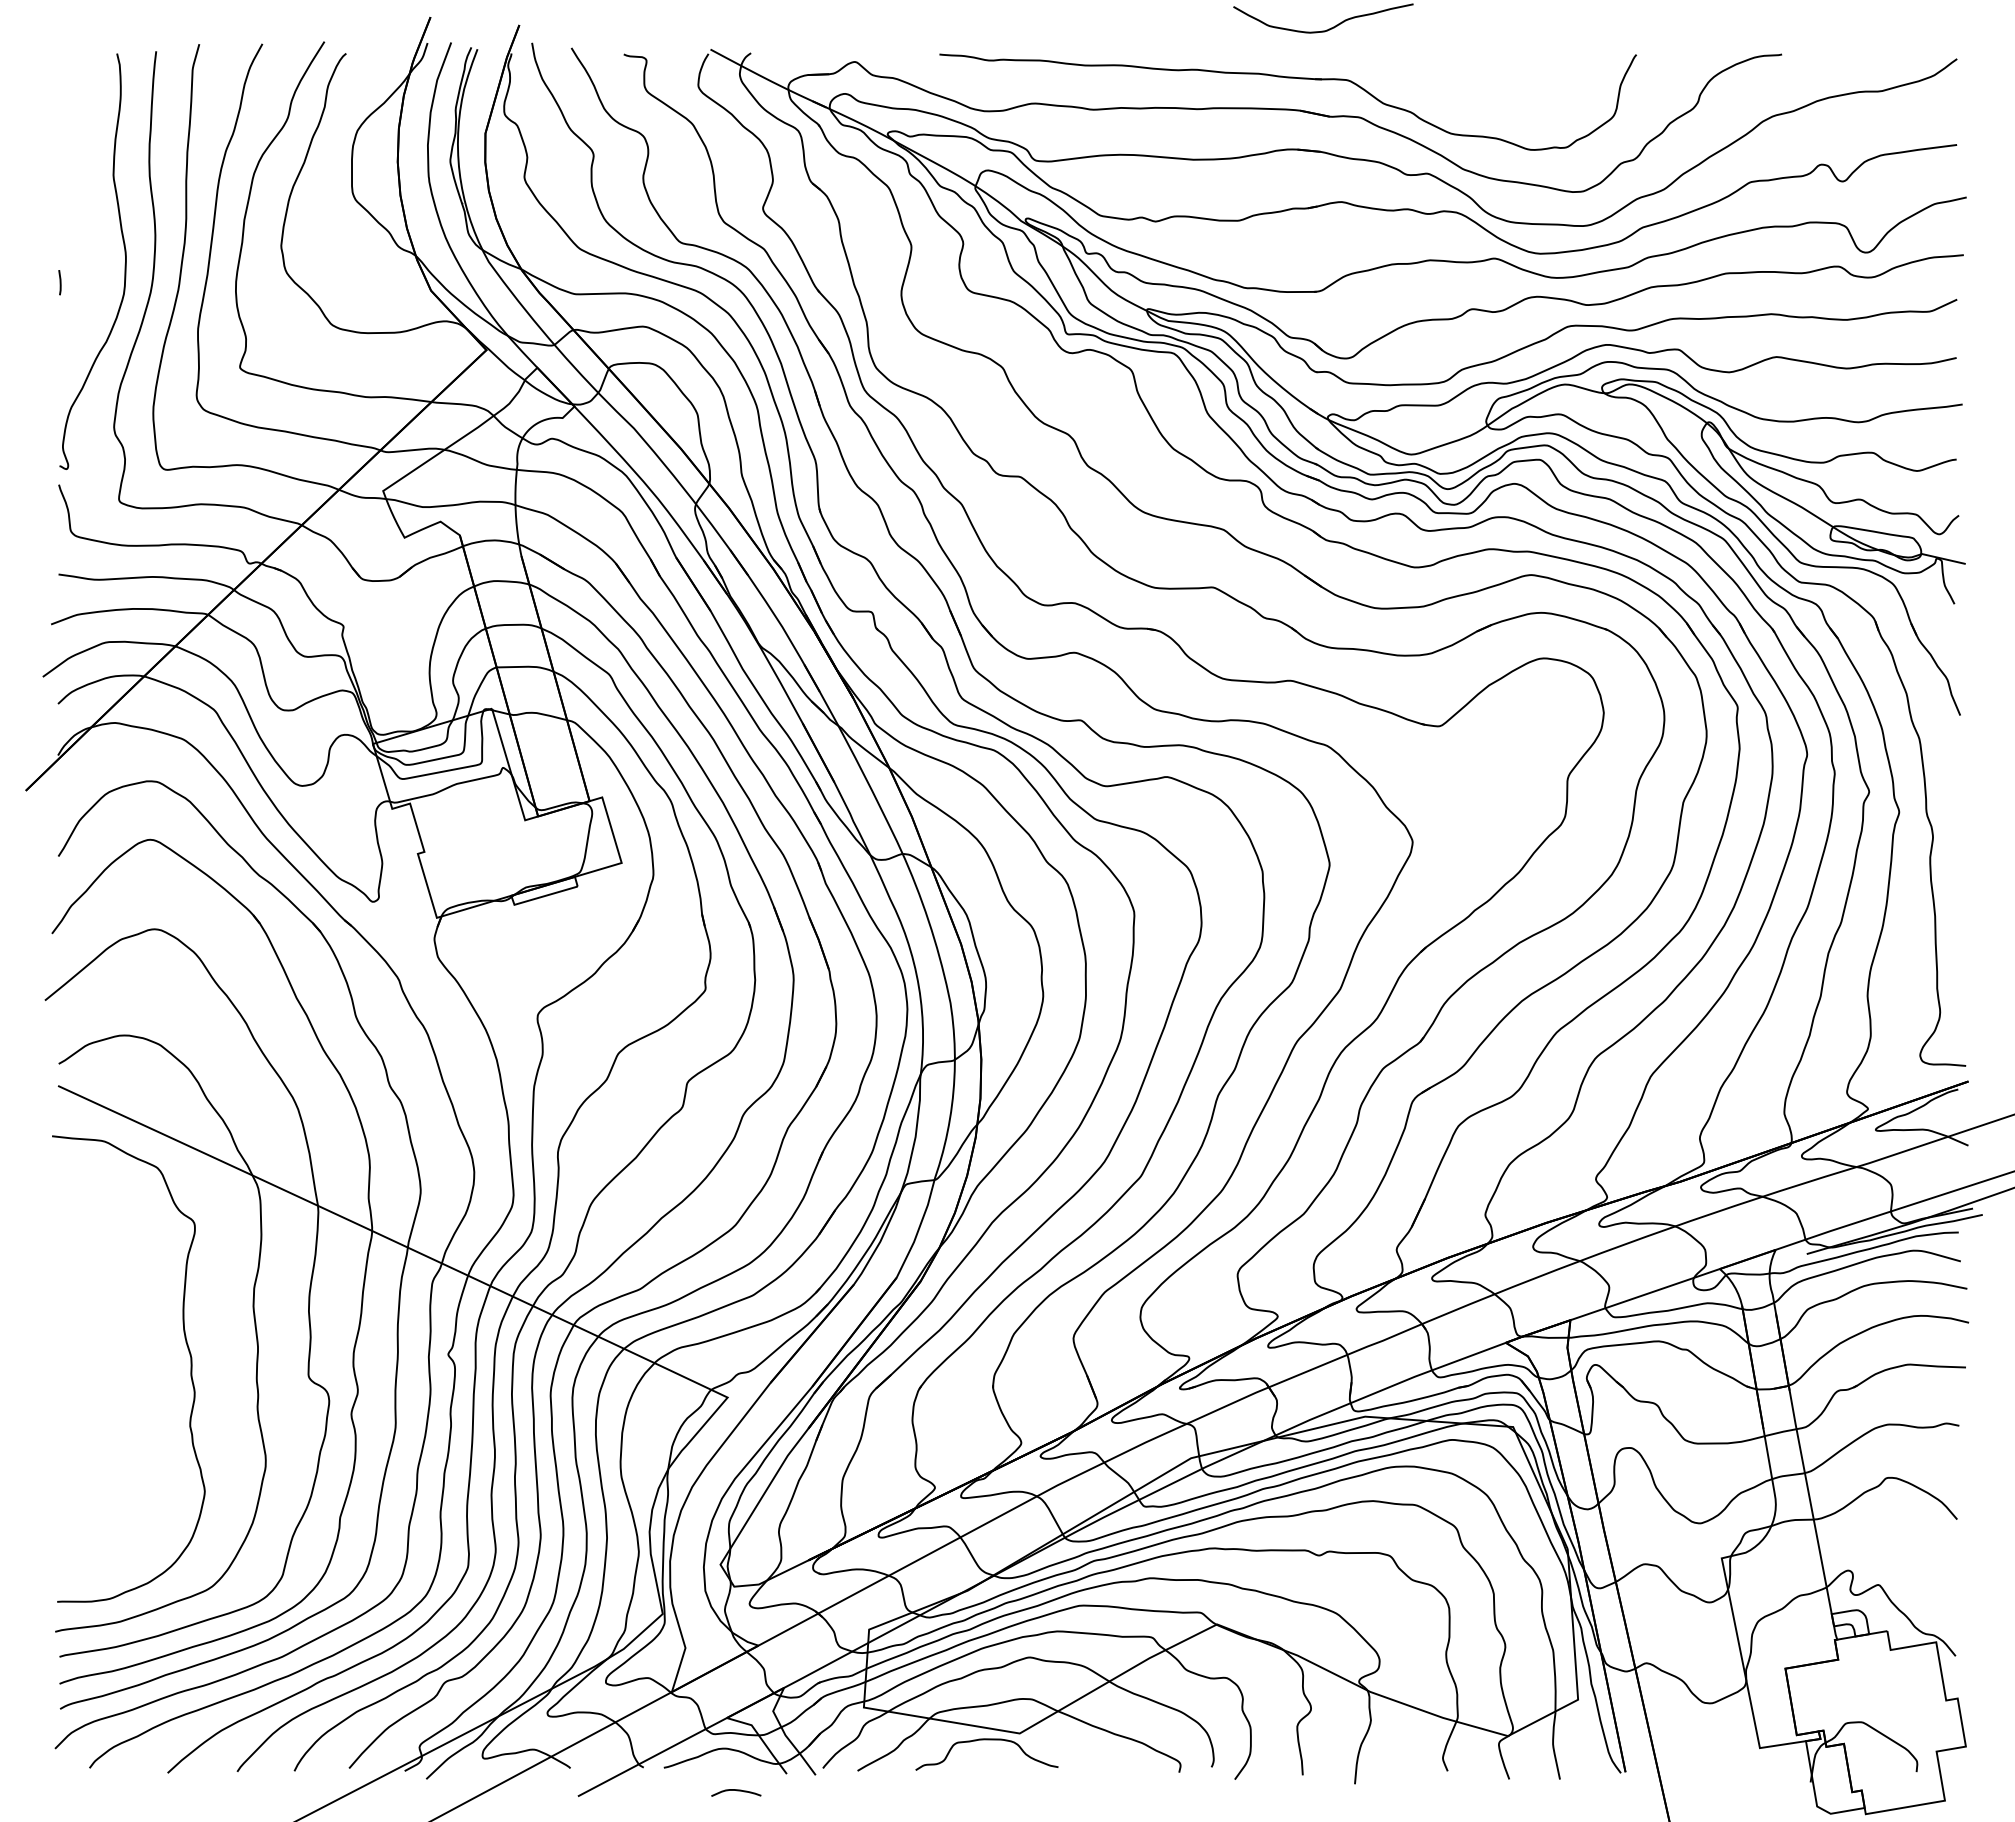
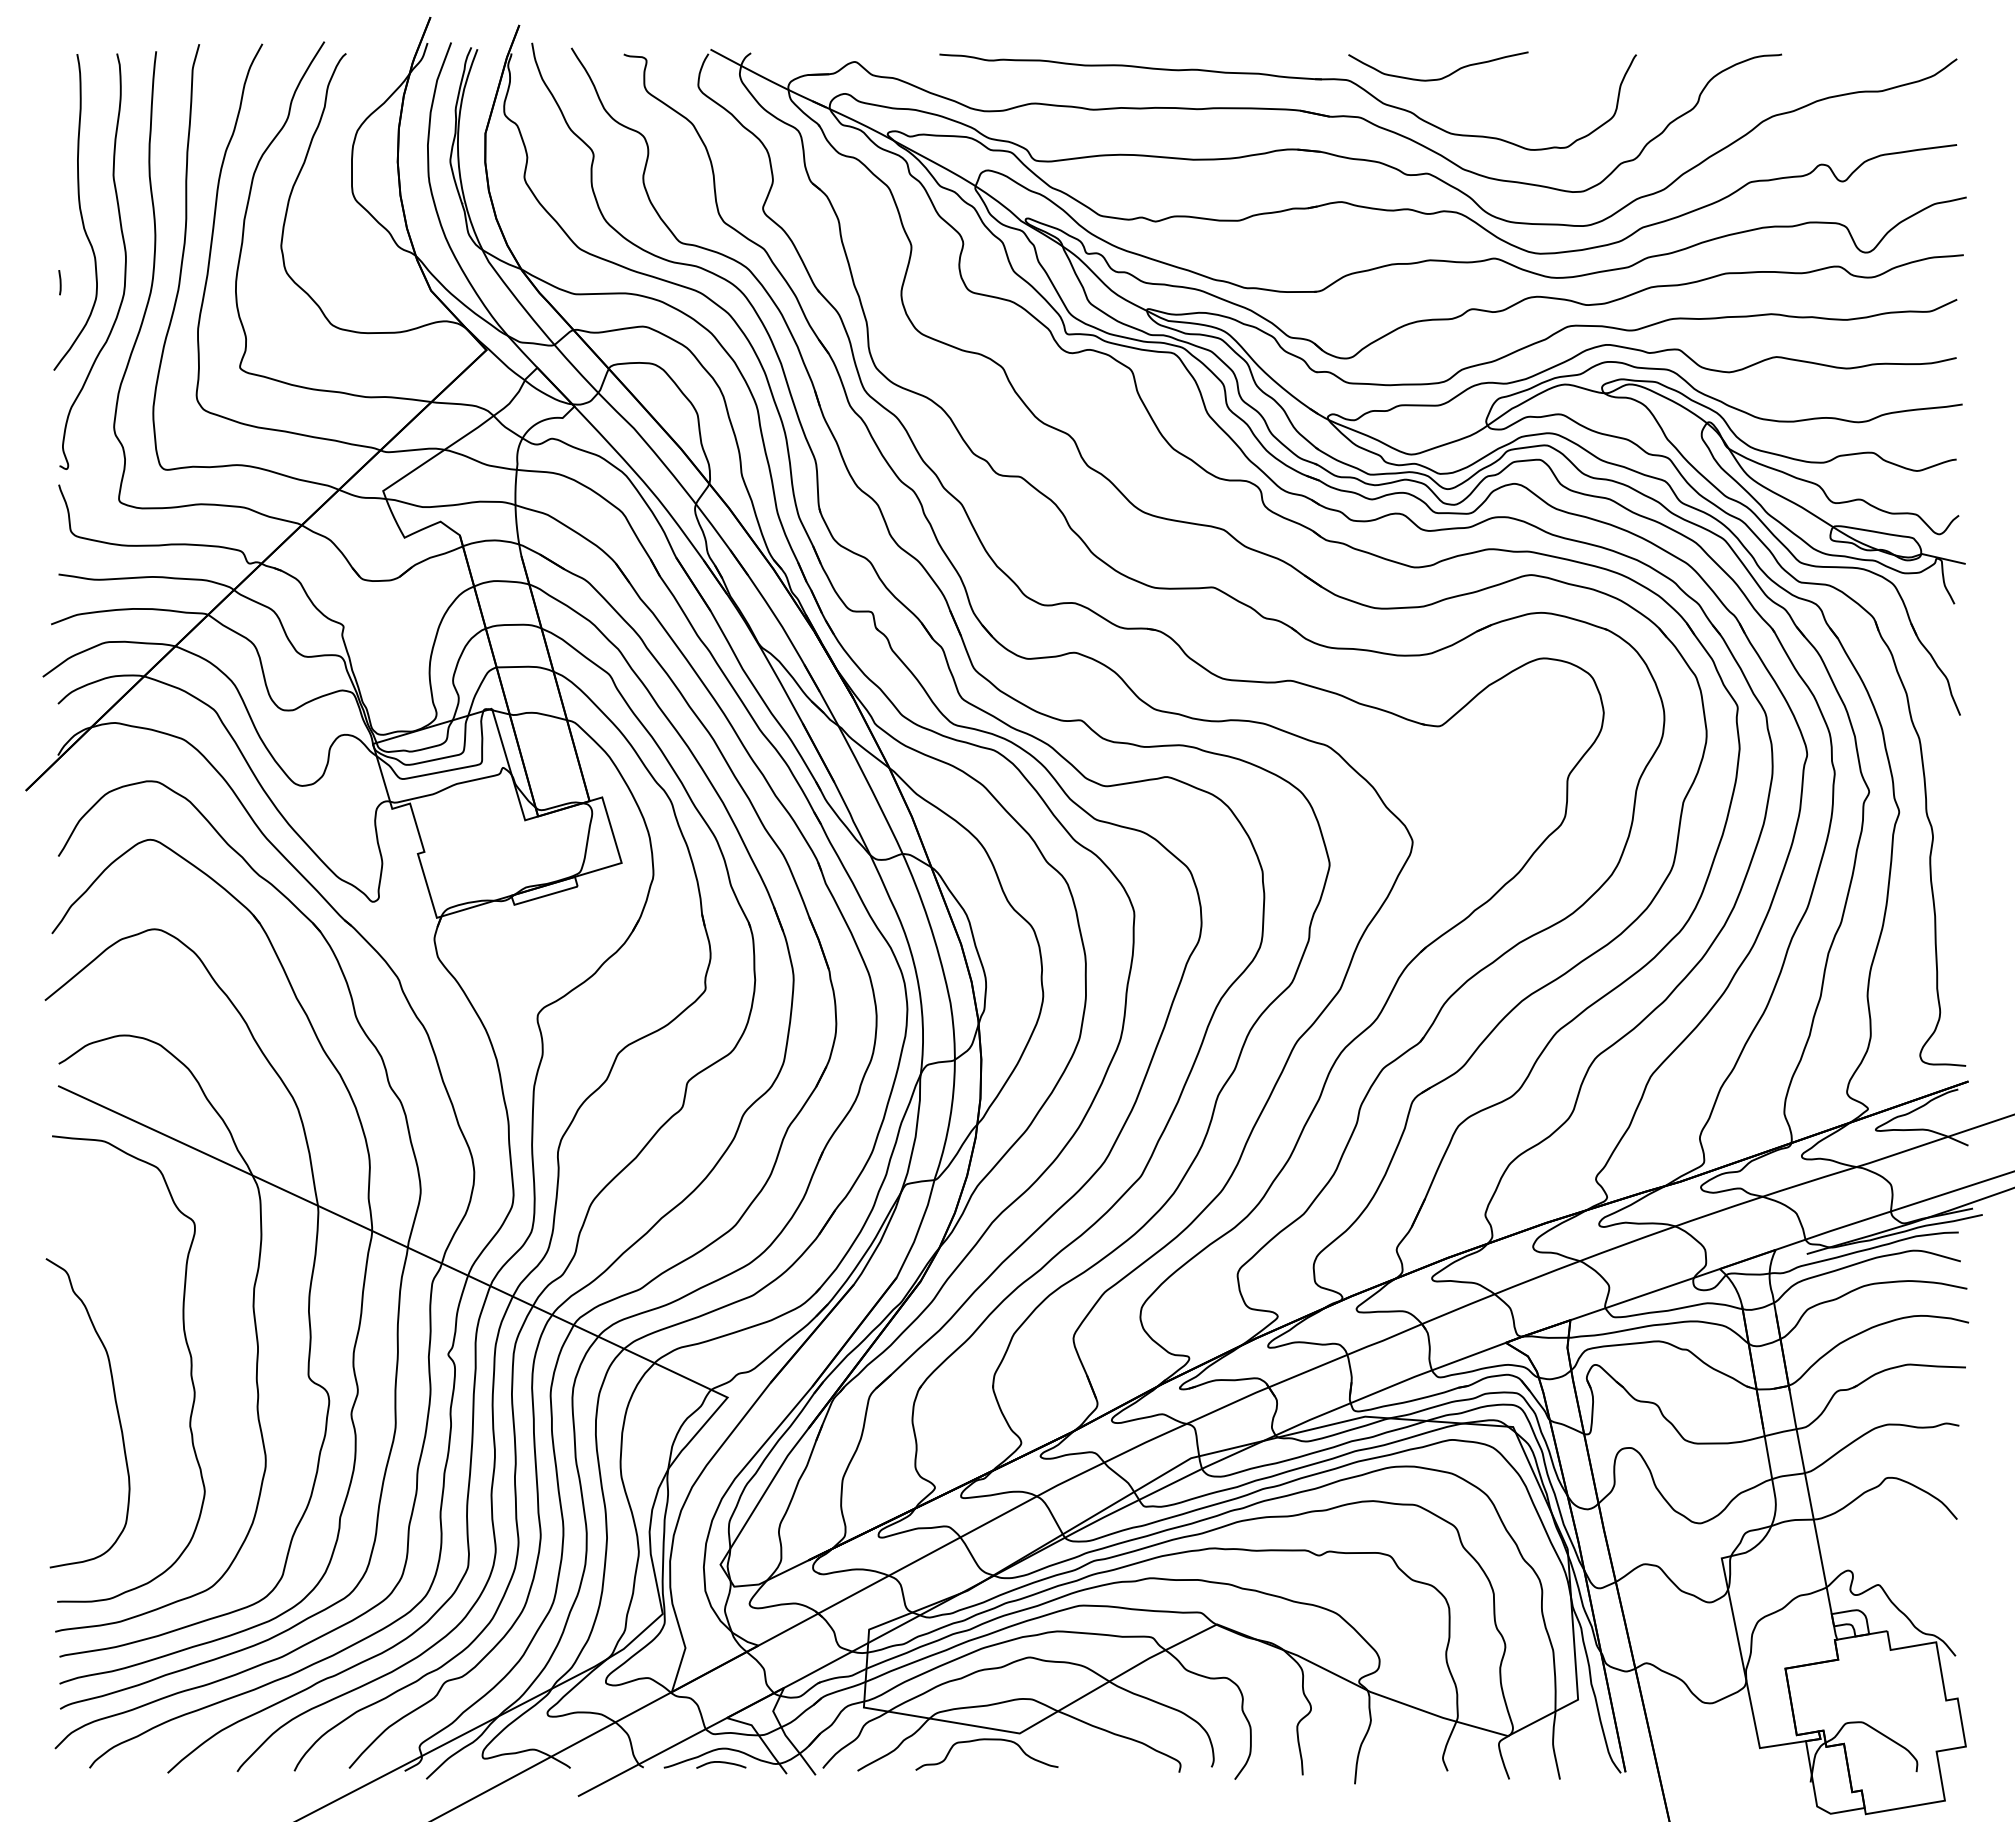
curve at (1326, 29) position: (1326, 29) -> (1441, 77)
curve at (79, 211): none -> present
curve at (115, 1405): none -> present
curve at (736, 1791) position: (736, 1791) -> (721, 1763)
